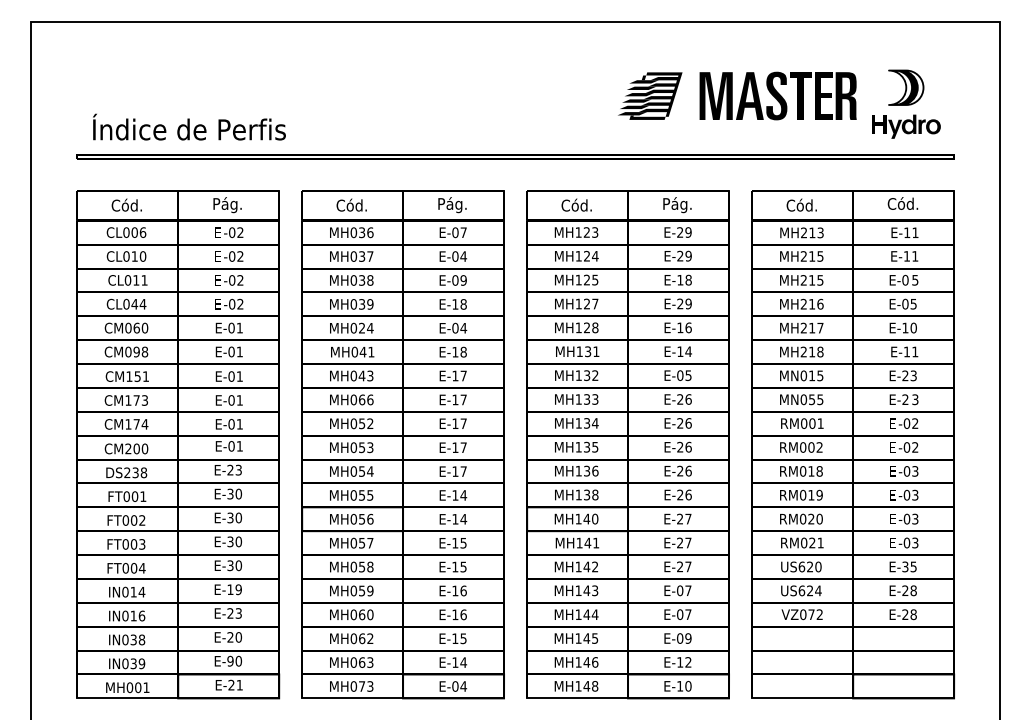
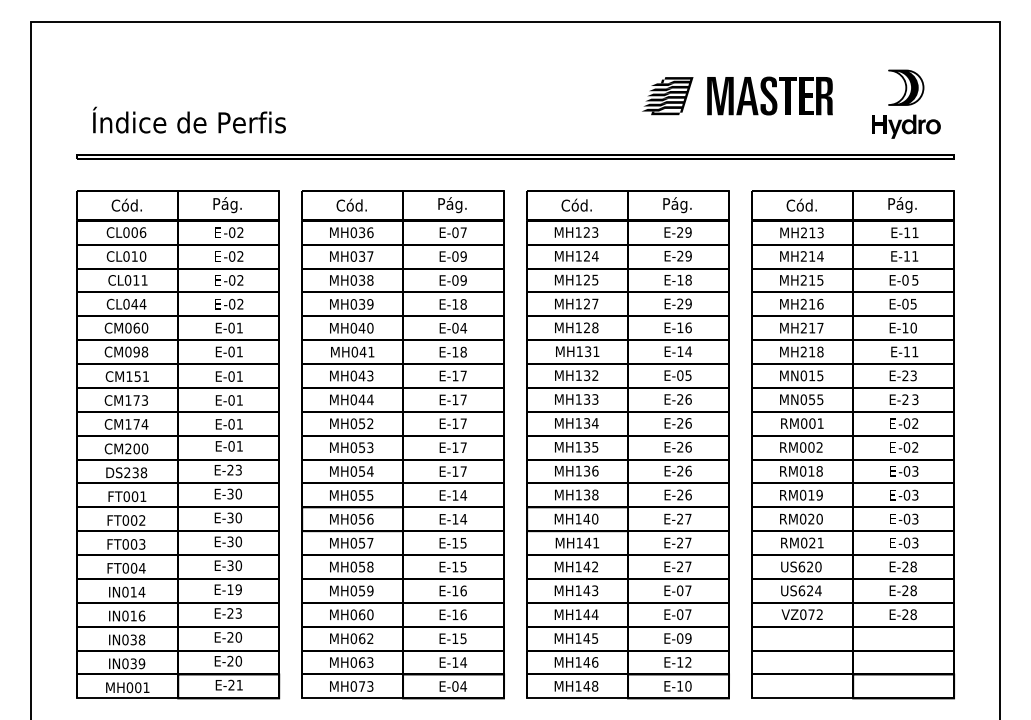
part at (737, 95) size: 239x50 px -> 191x40 px
text at (189, 126) position: (189, 126) -> (189, 119)
text at (902, 205): Cód. -> Pág.
text at (463, 256): E-04 -> E-09
text at (820, 256): MH215 -> MH214
text at (365, 327): MH024 -> MH040
text at (365, 399): MH066 -> MH044
text at (909, 566): E-35 -> E-28
text at (230, 661): E-90 -> E-20
